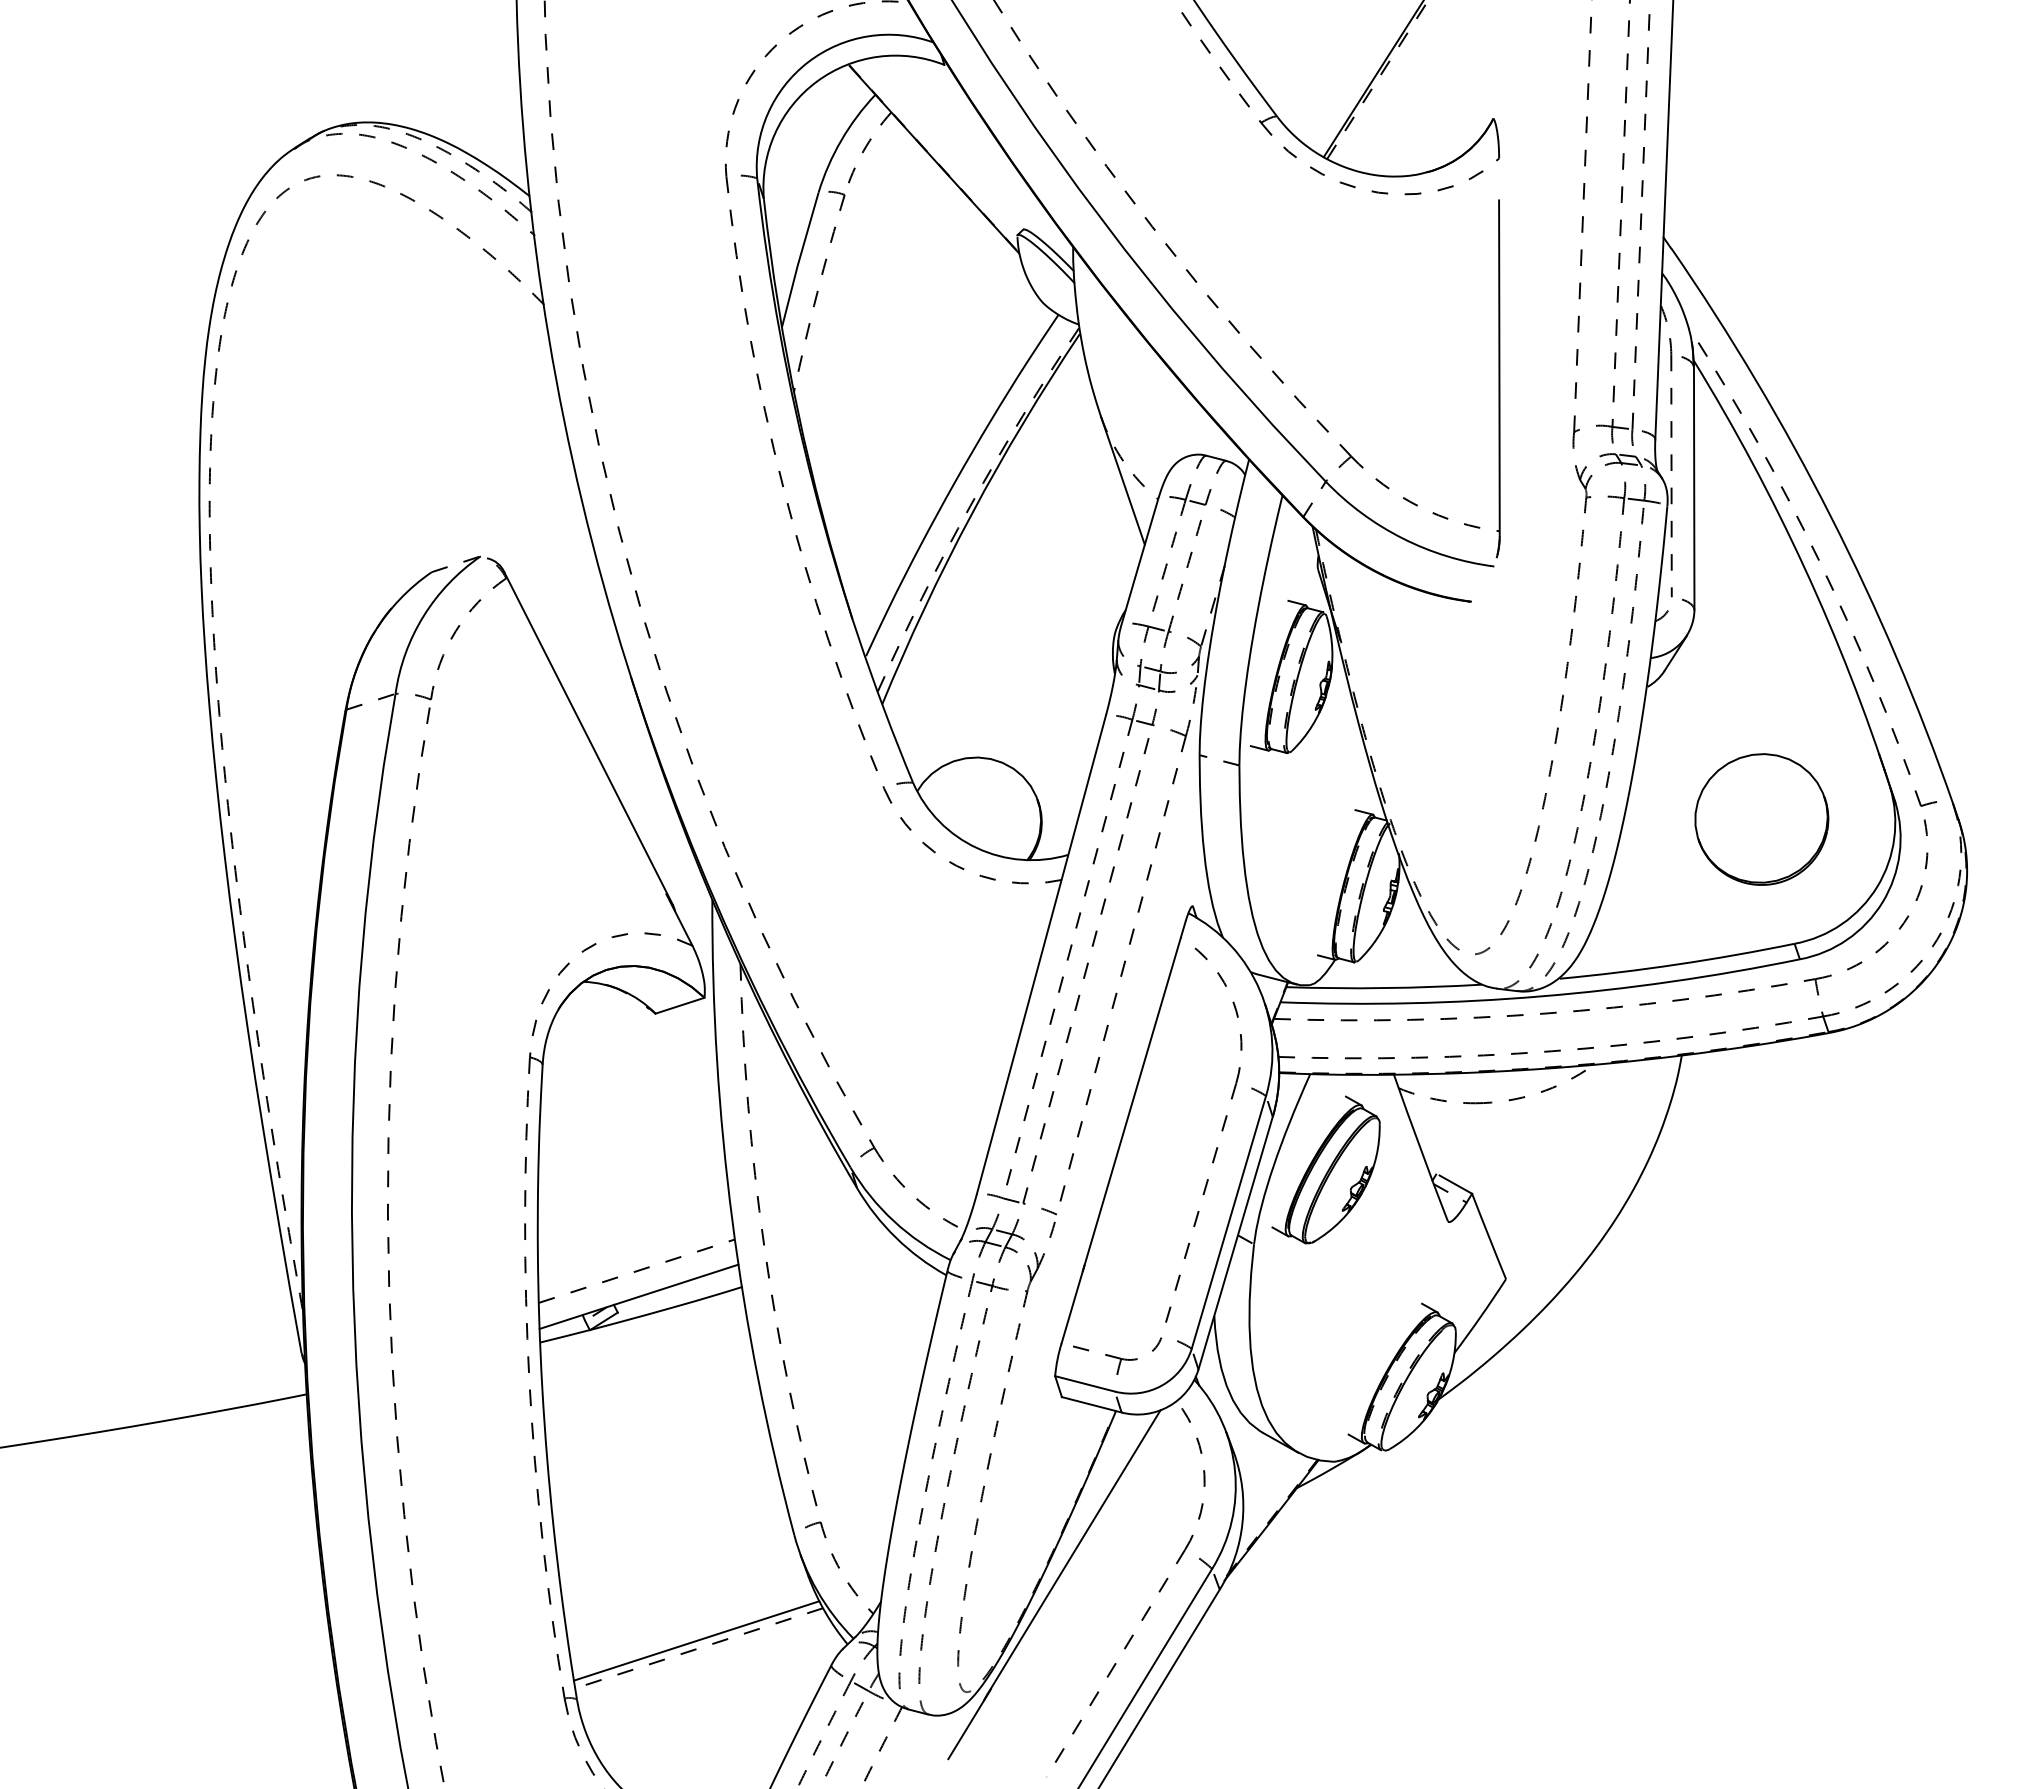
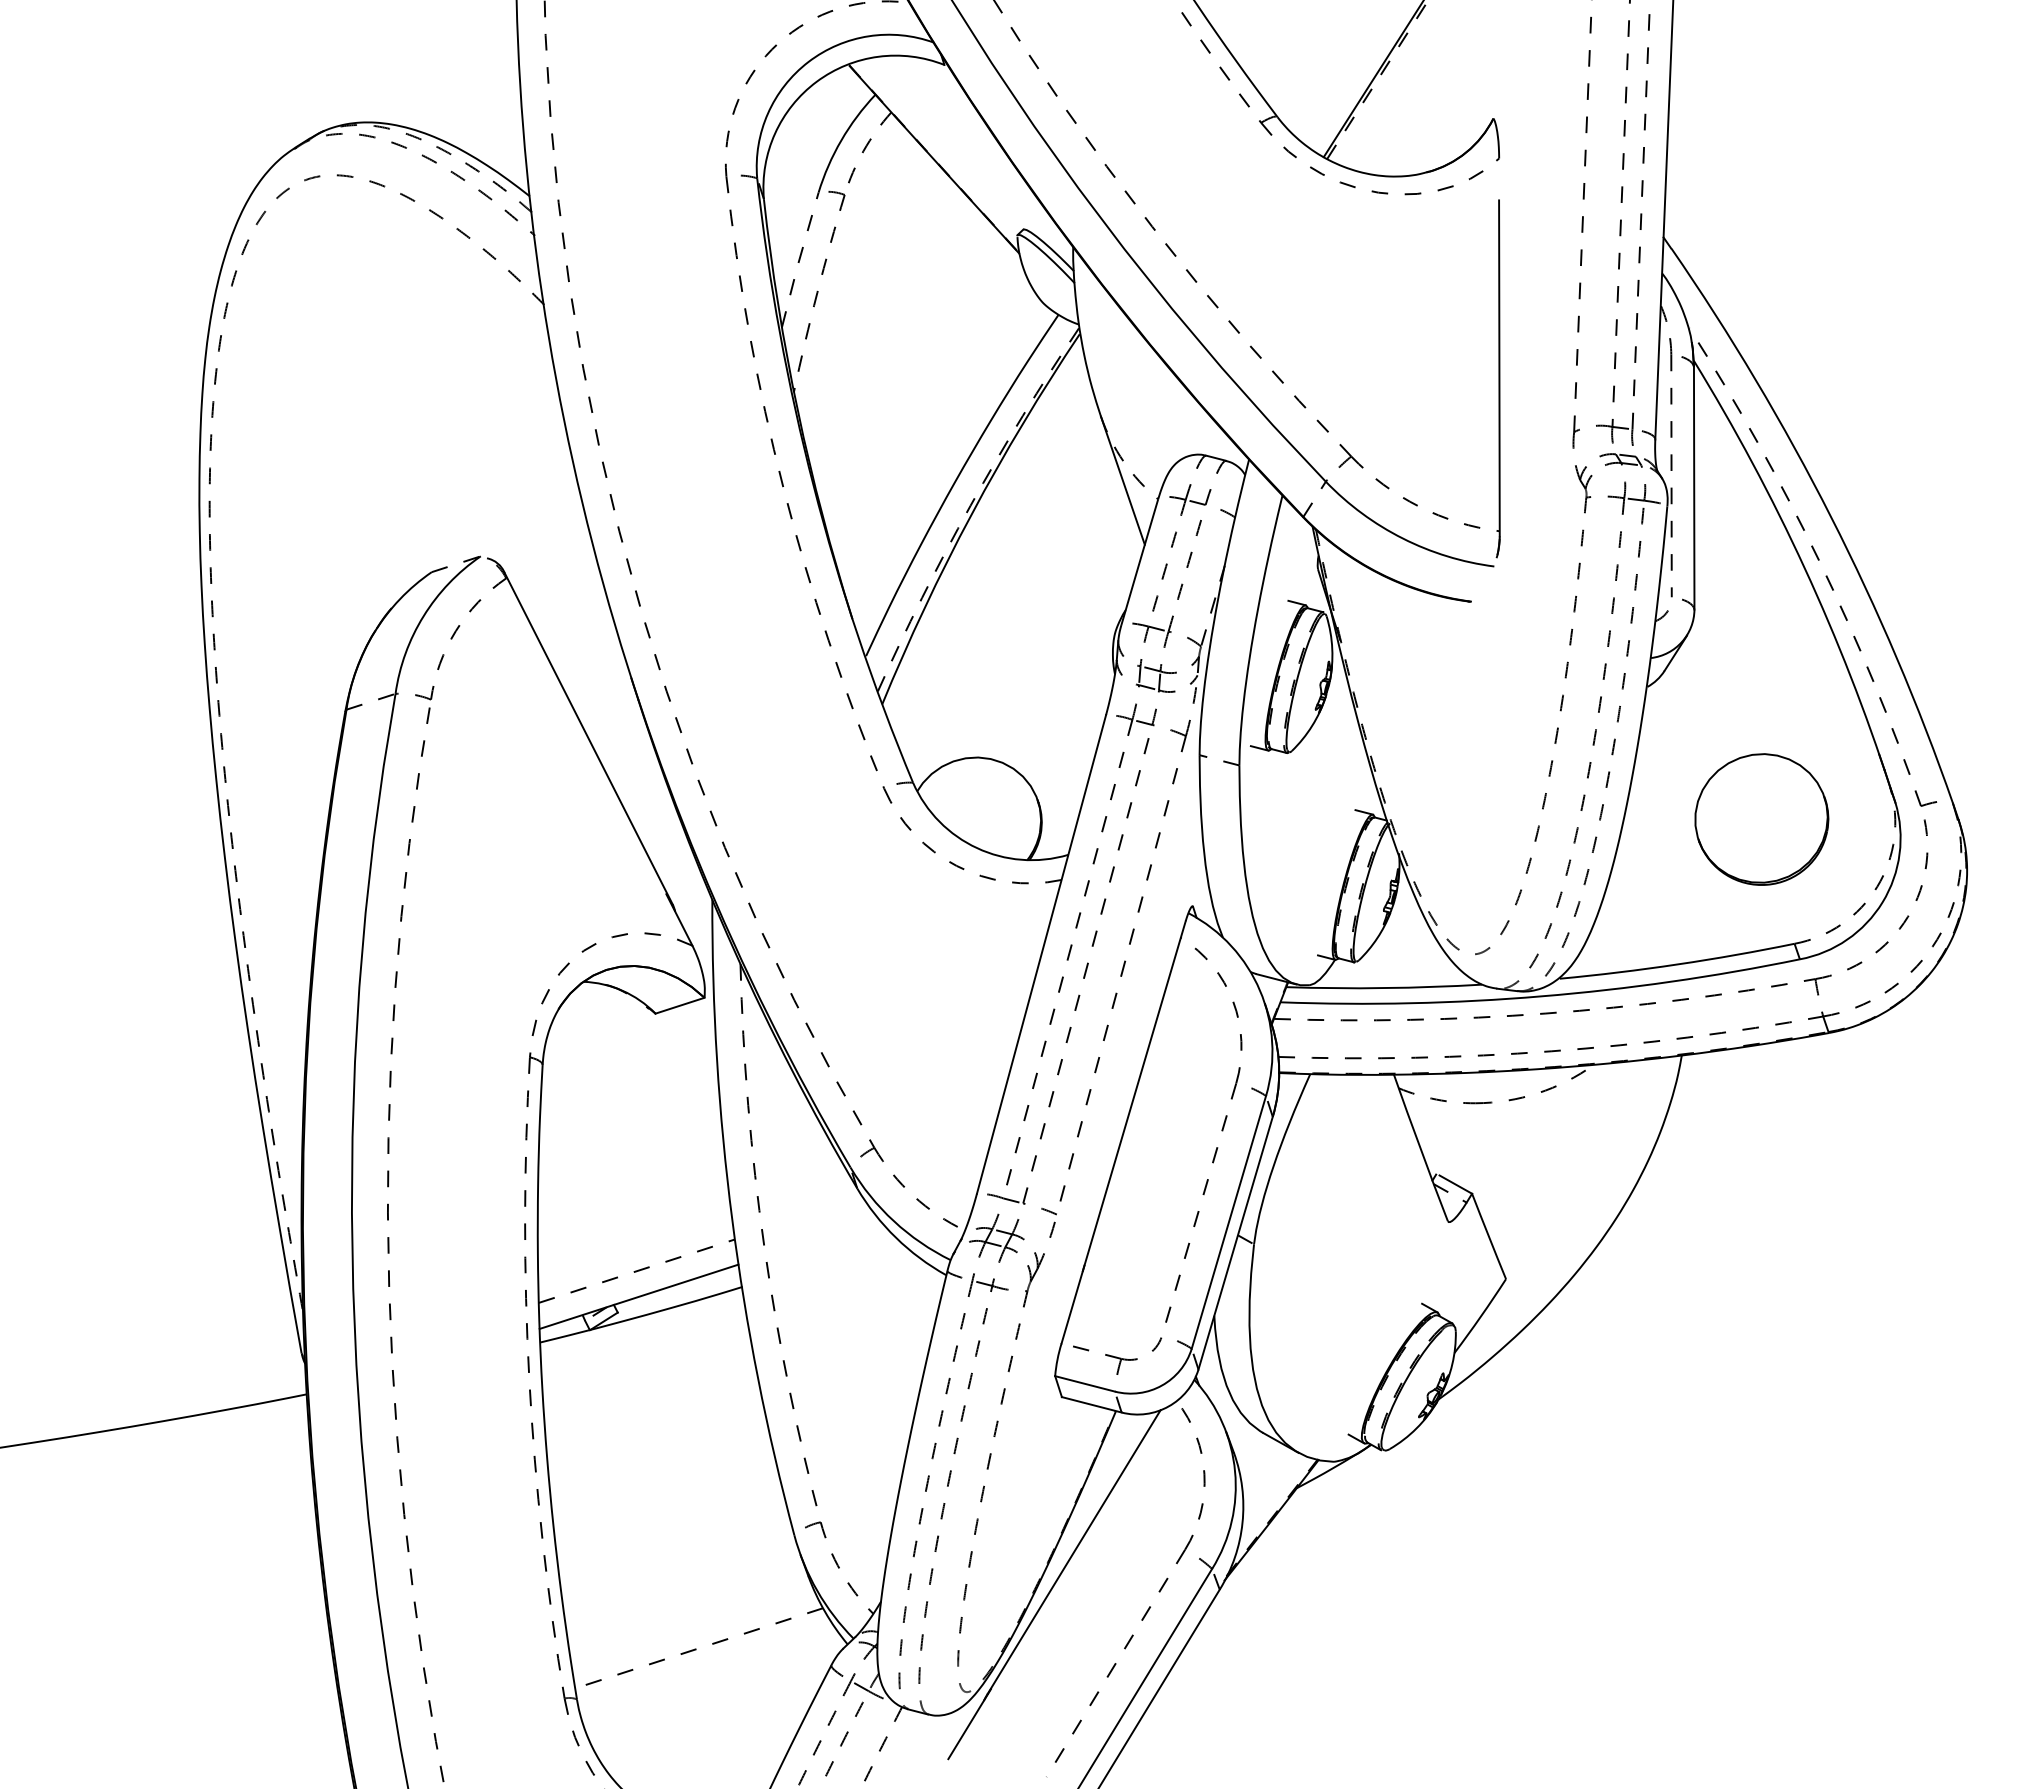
line at (799, 260): solid -> dashed
arc at (1877, 886): solid -> dashed
part at (1325, 1169): present -> none
line at (696, 1640): present -> none
